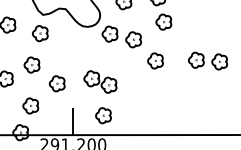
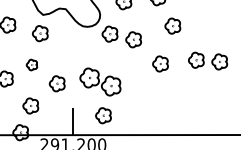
part at (163, 21) position: (163, 21) -> (172, 25)
part at (155, 60) position: (155, 60) -> (160, 63)
part at (31, 64) size: 18x18 px -> 14x14 px
part at (100, 81) size: 35x24 px -> 43x30 px
